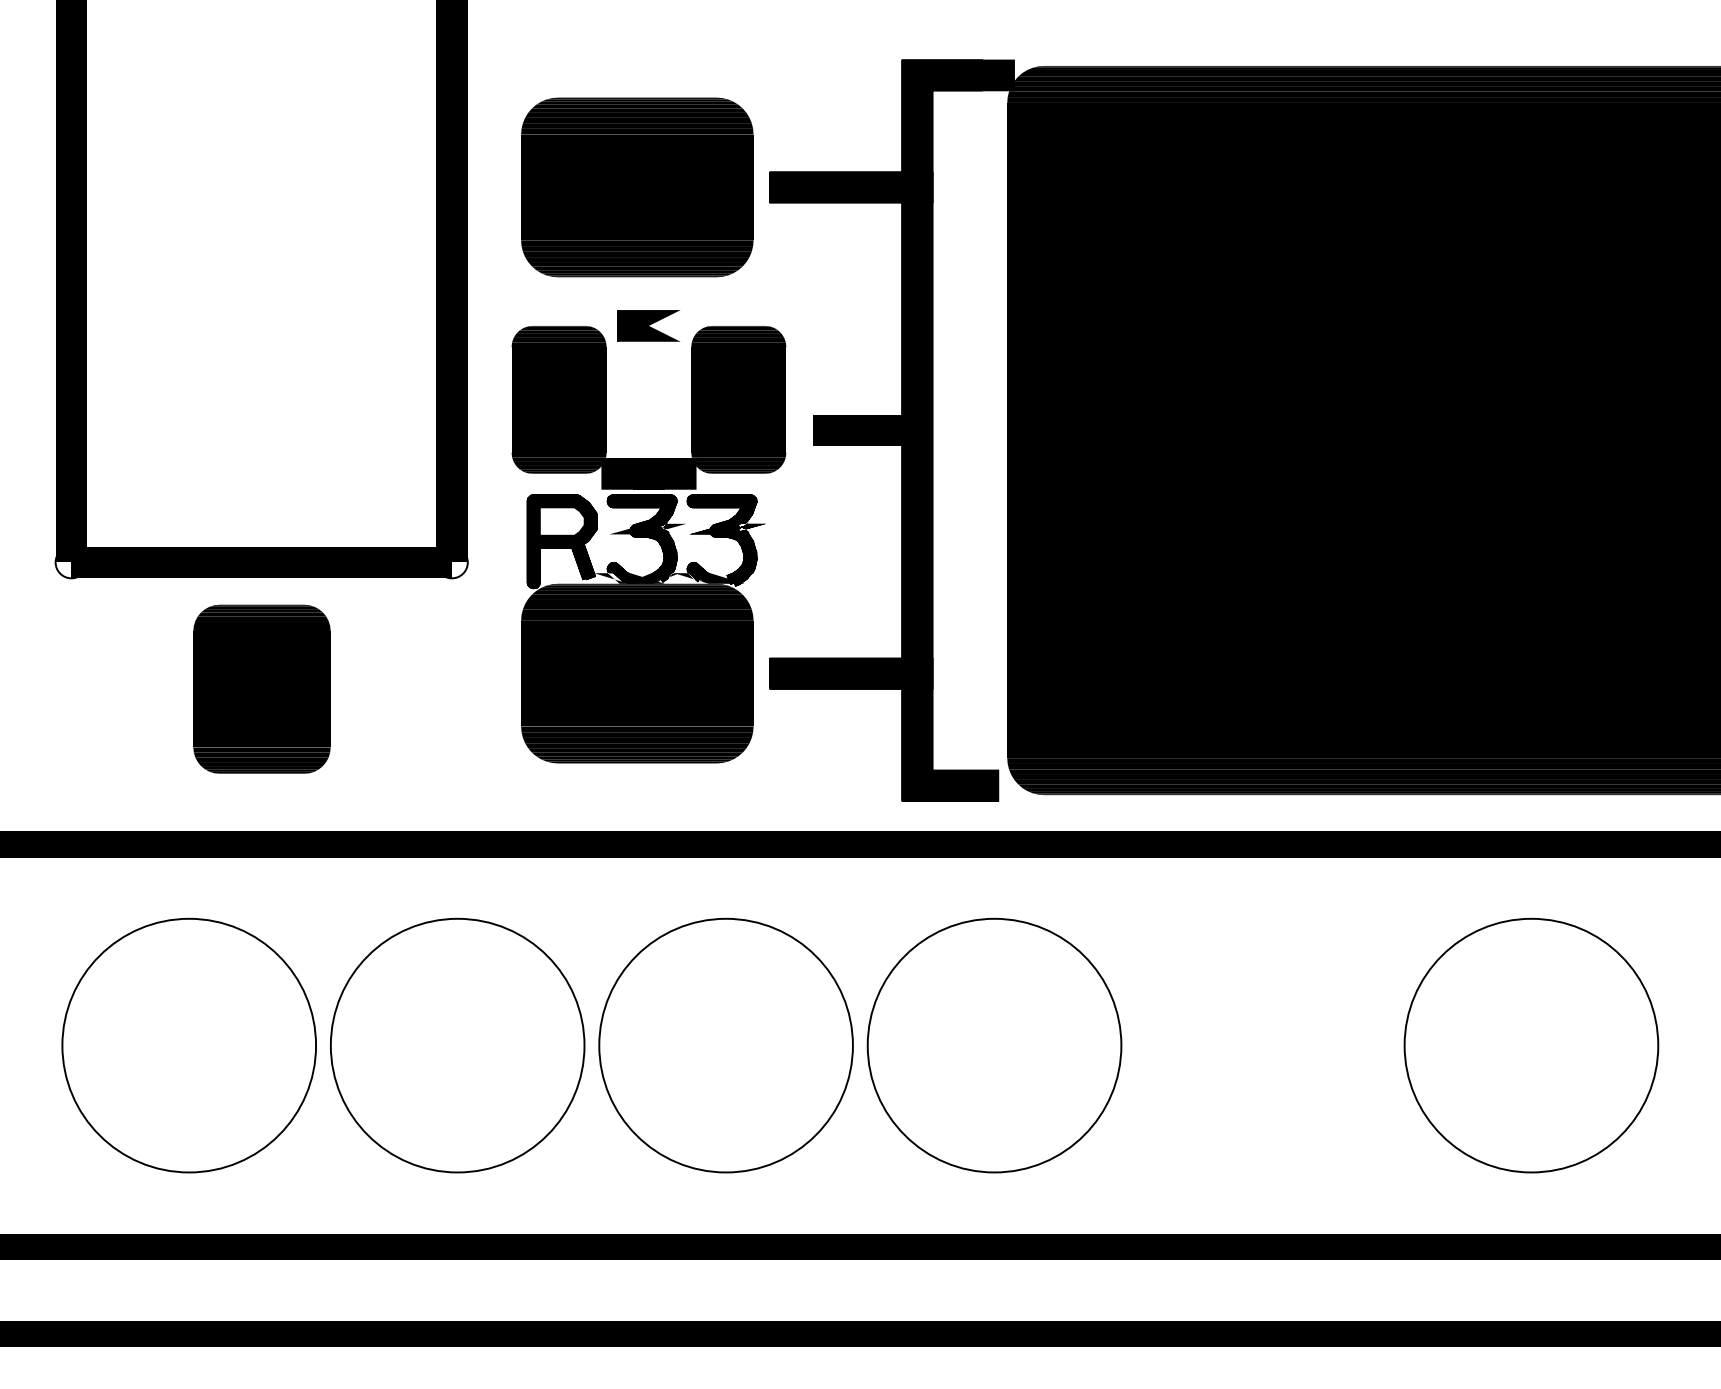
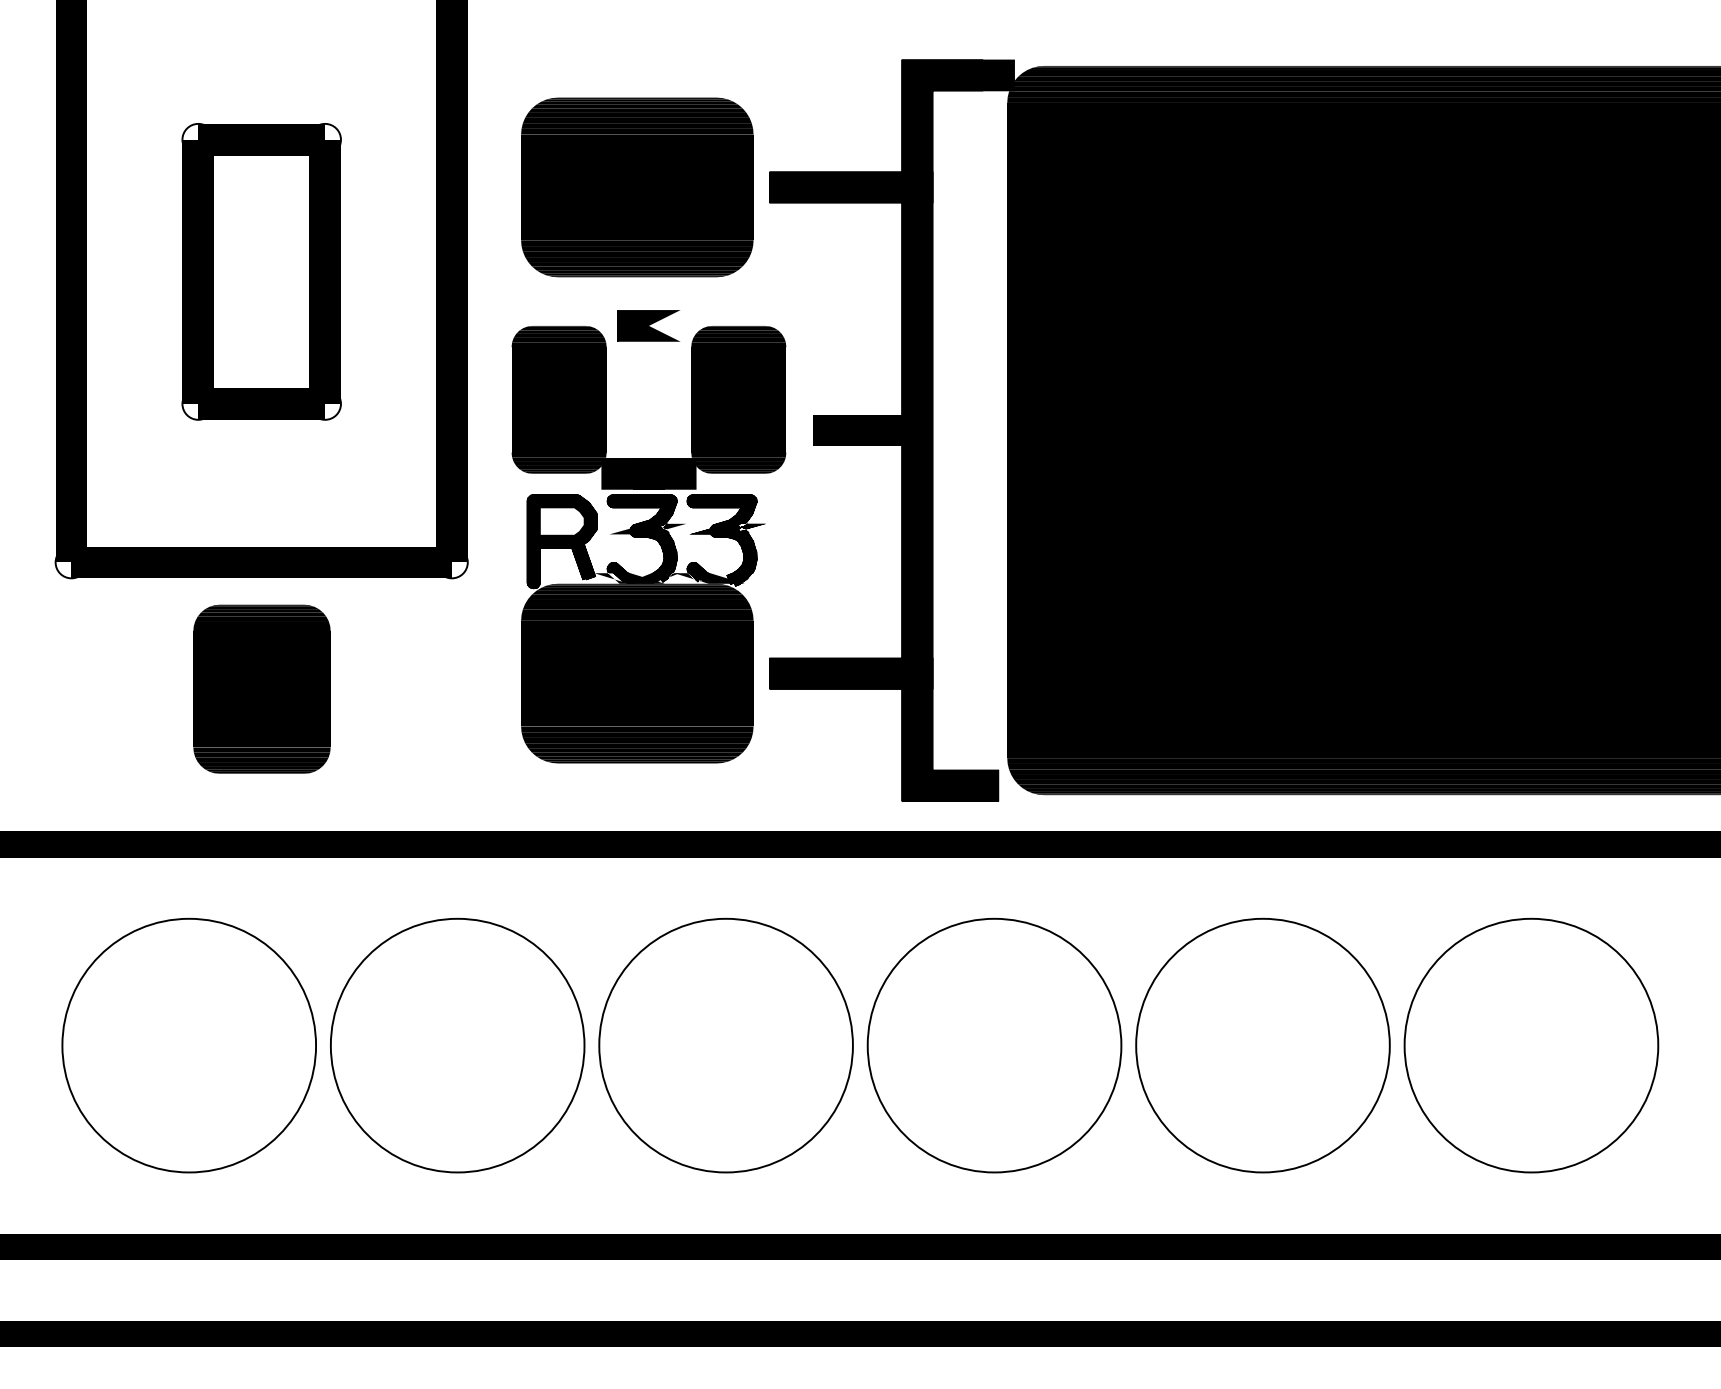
part at (261, 271): none -> present
part at (1262, 1045): none -> present
